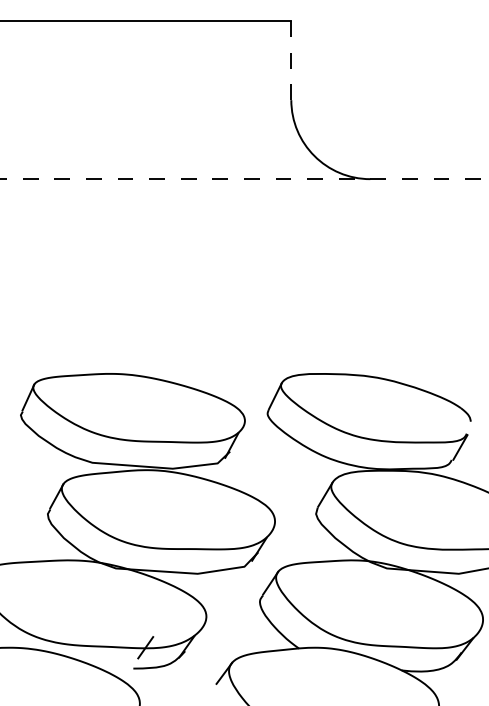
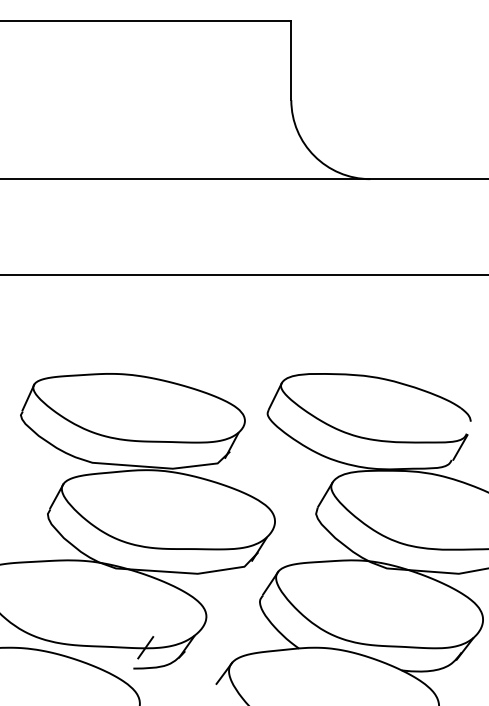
line at (291, 60): dashed -> solid
line at (244, 179): dashed -> solid
line at (243, 275): none -> present
